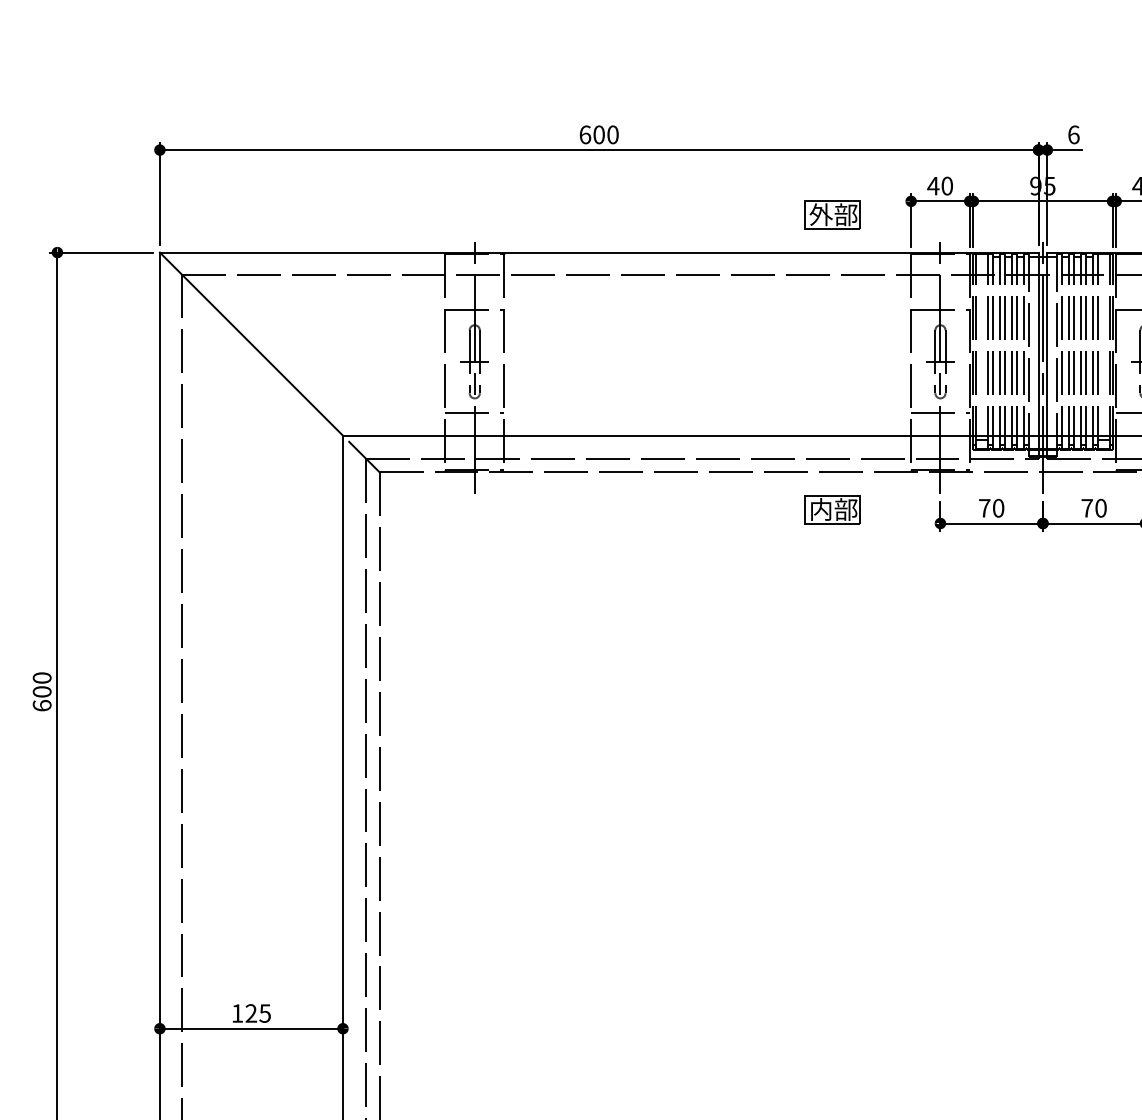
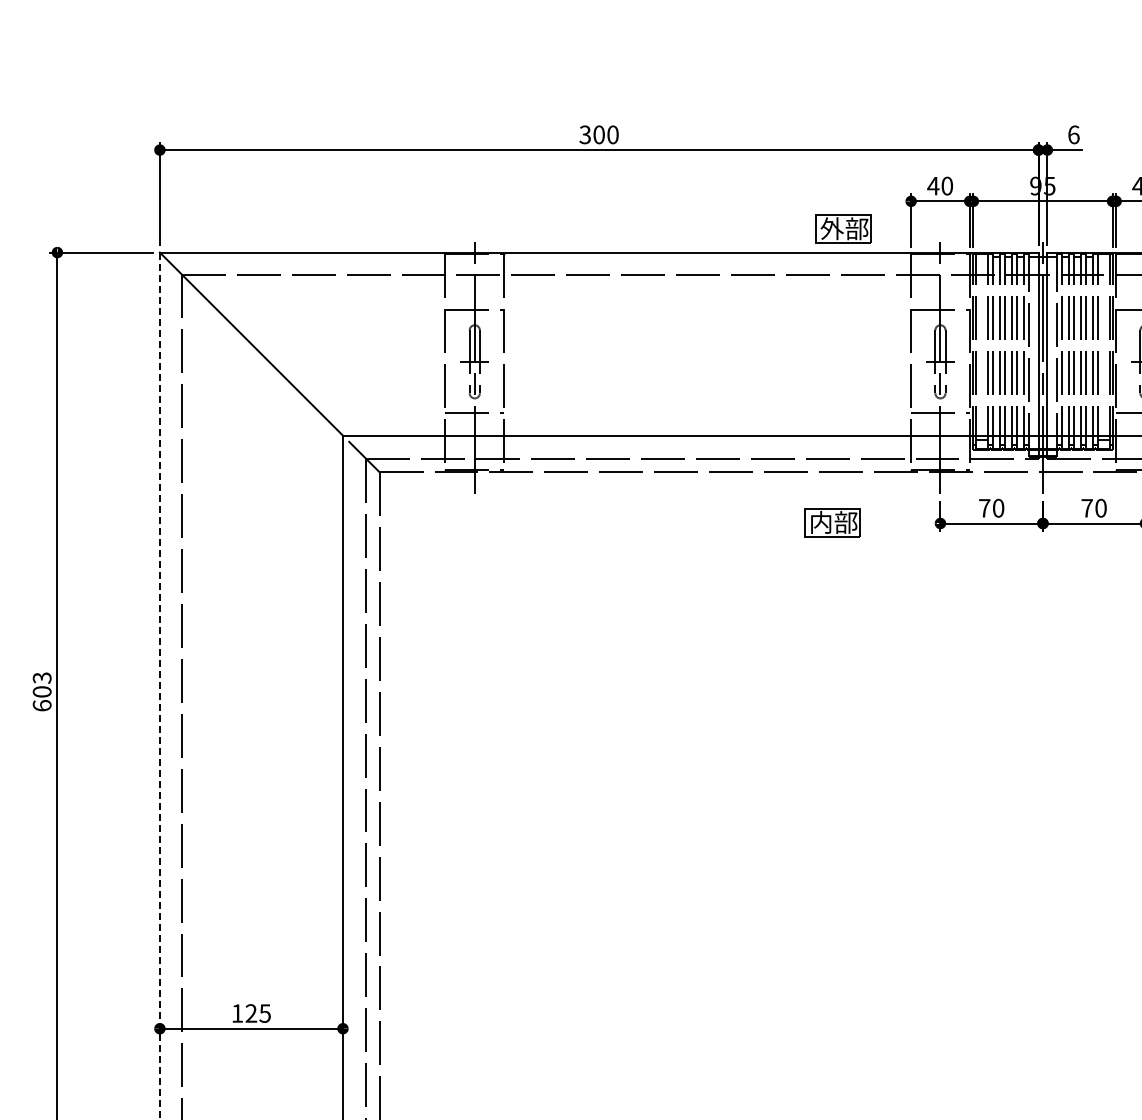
text at (585, 134): 600 -> 300
part at (832, 214) position: (832, 214) -> (843, 228)
part at (832, 509) position: (832, 509) -> (832, 522)
text at (41, 677): 600 -> 603
line at (159, 686): solid -> dashed
